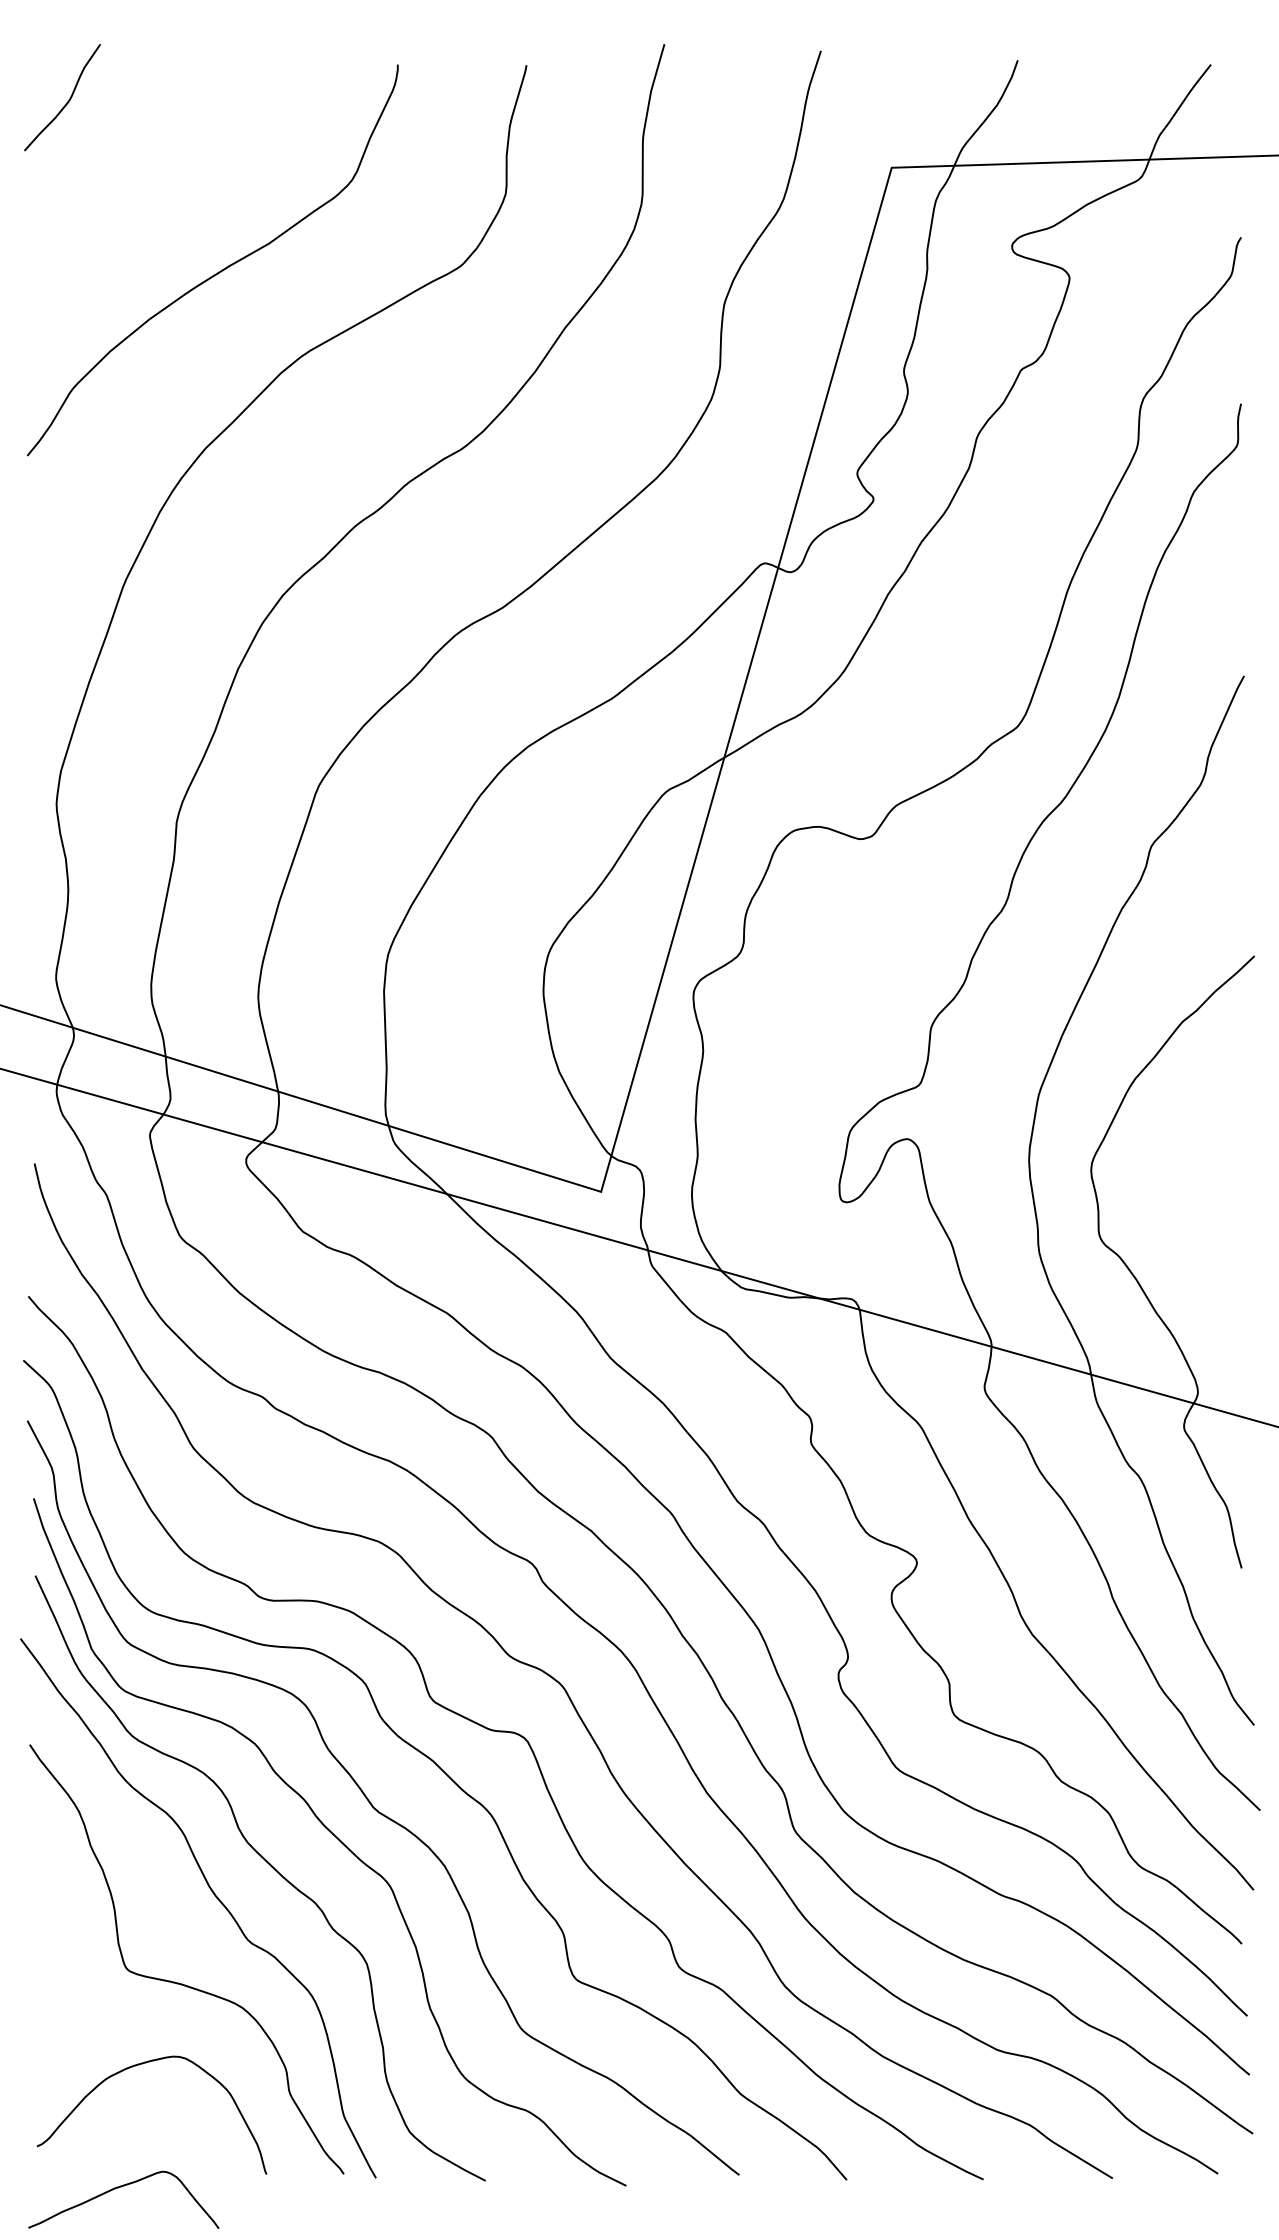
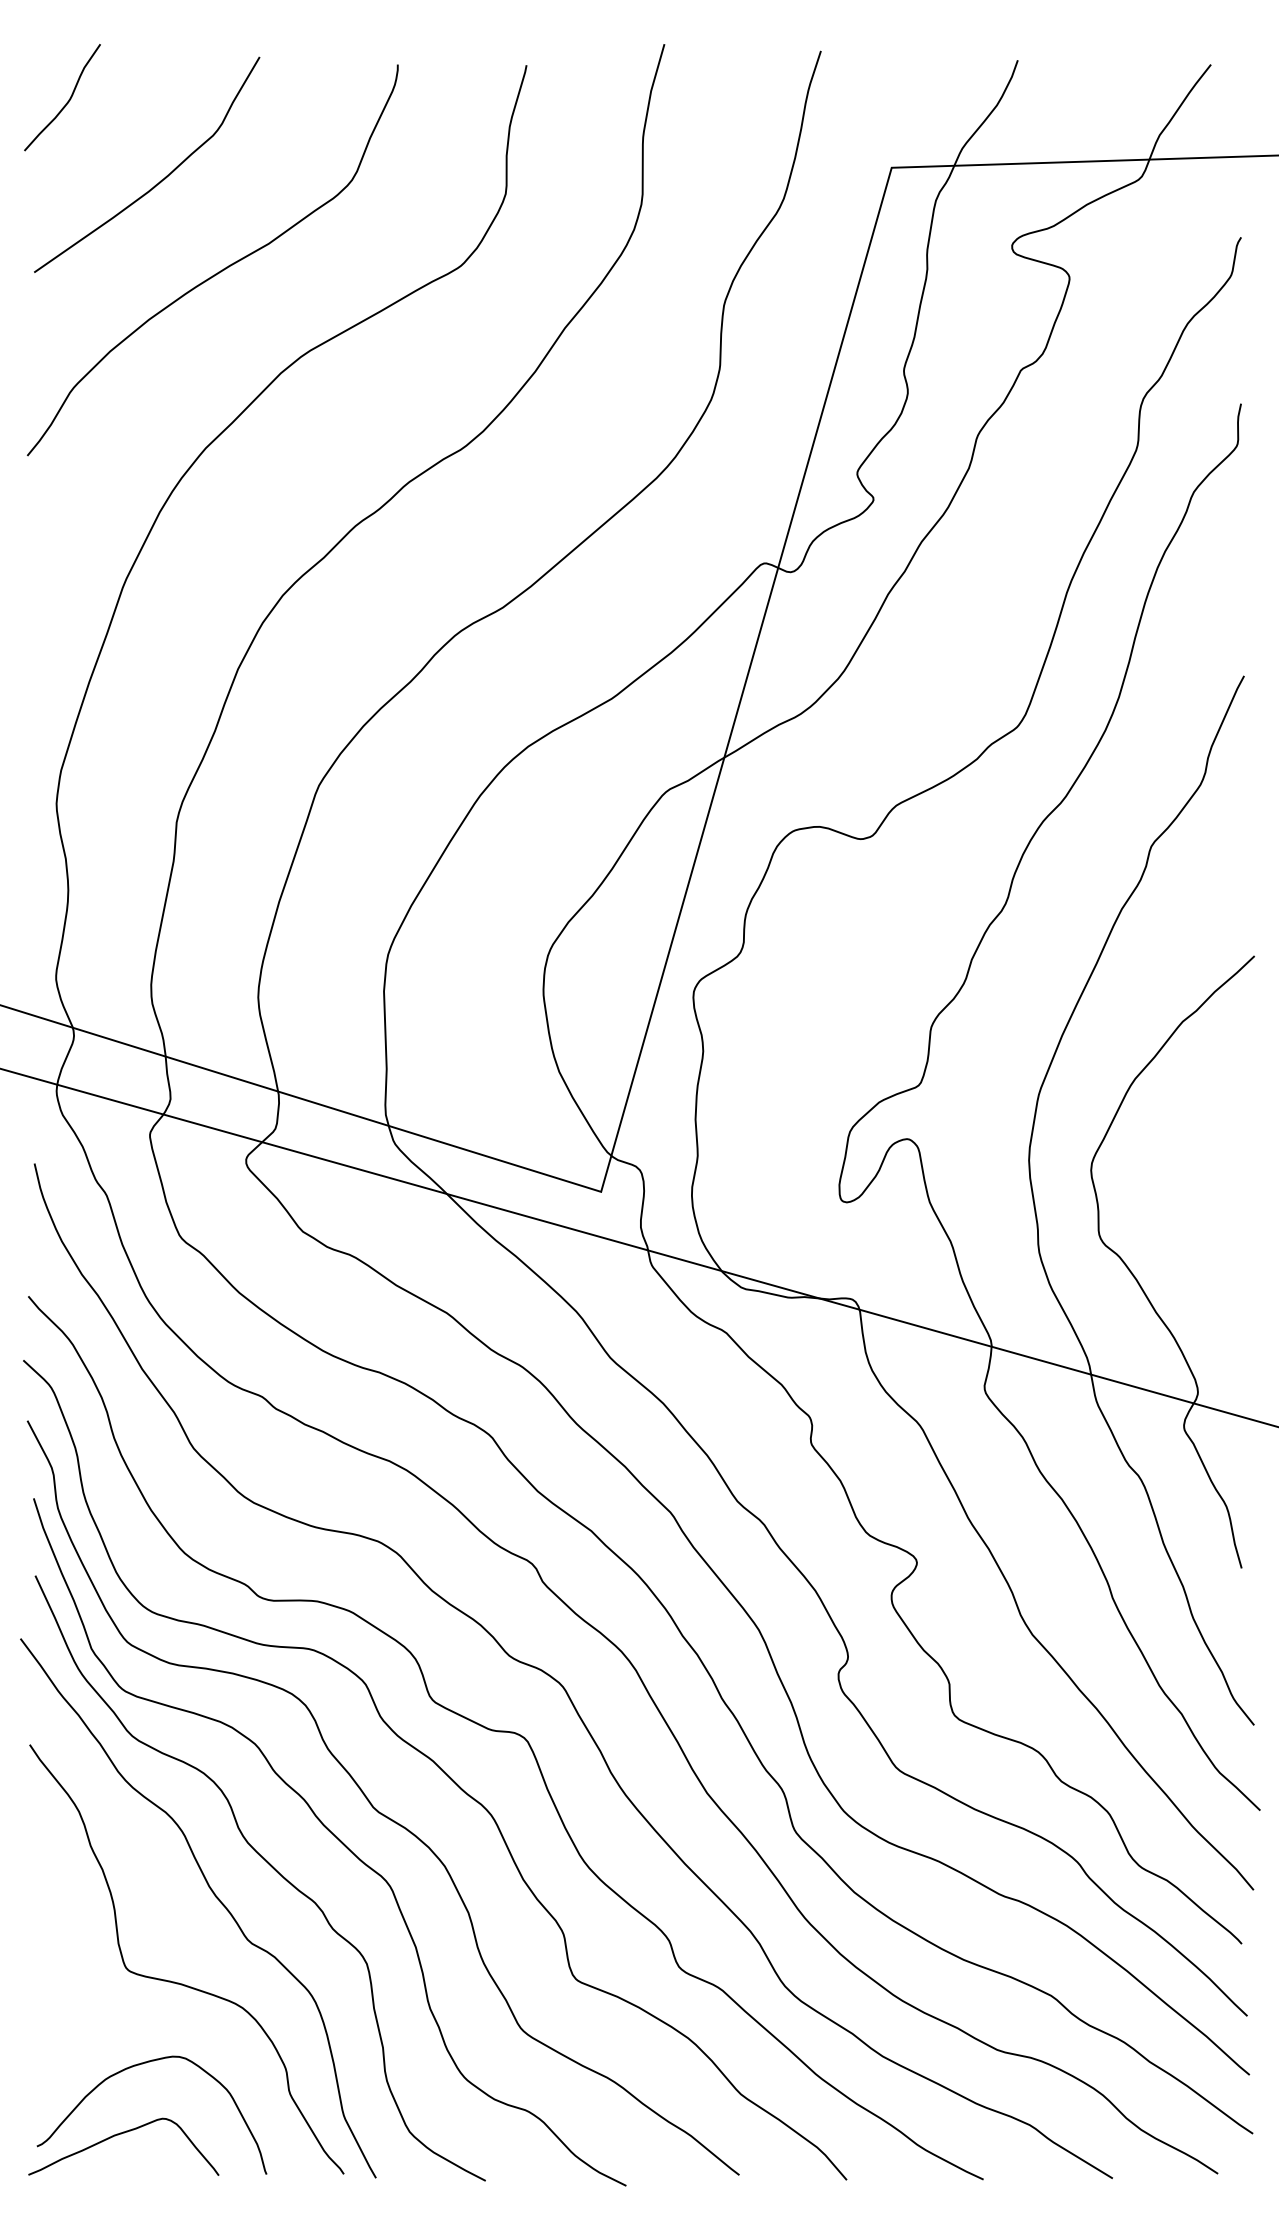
curve at (161, 179): none -> present
curve at (118, 2188) position: (118, 2188) -> (118, 2135)
